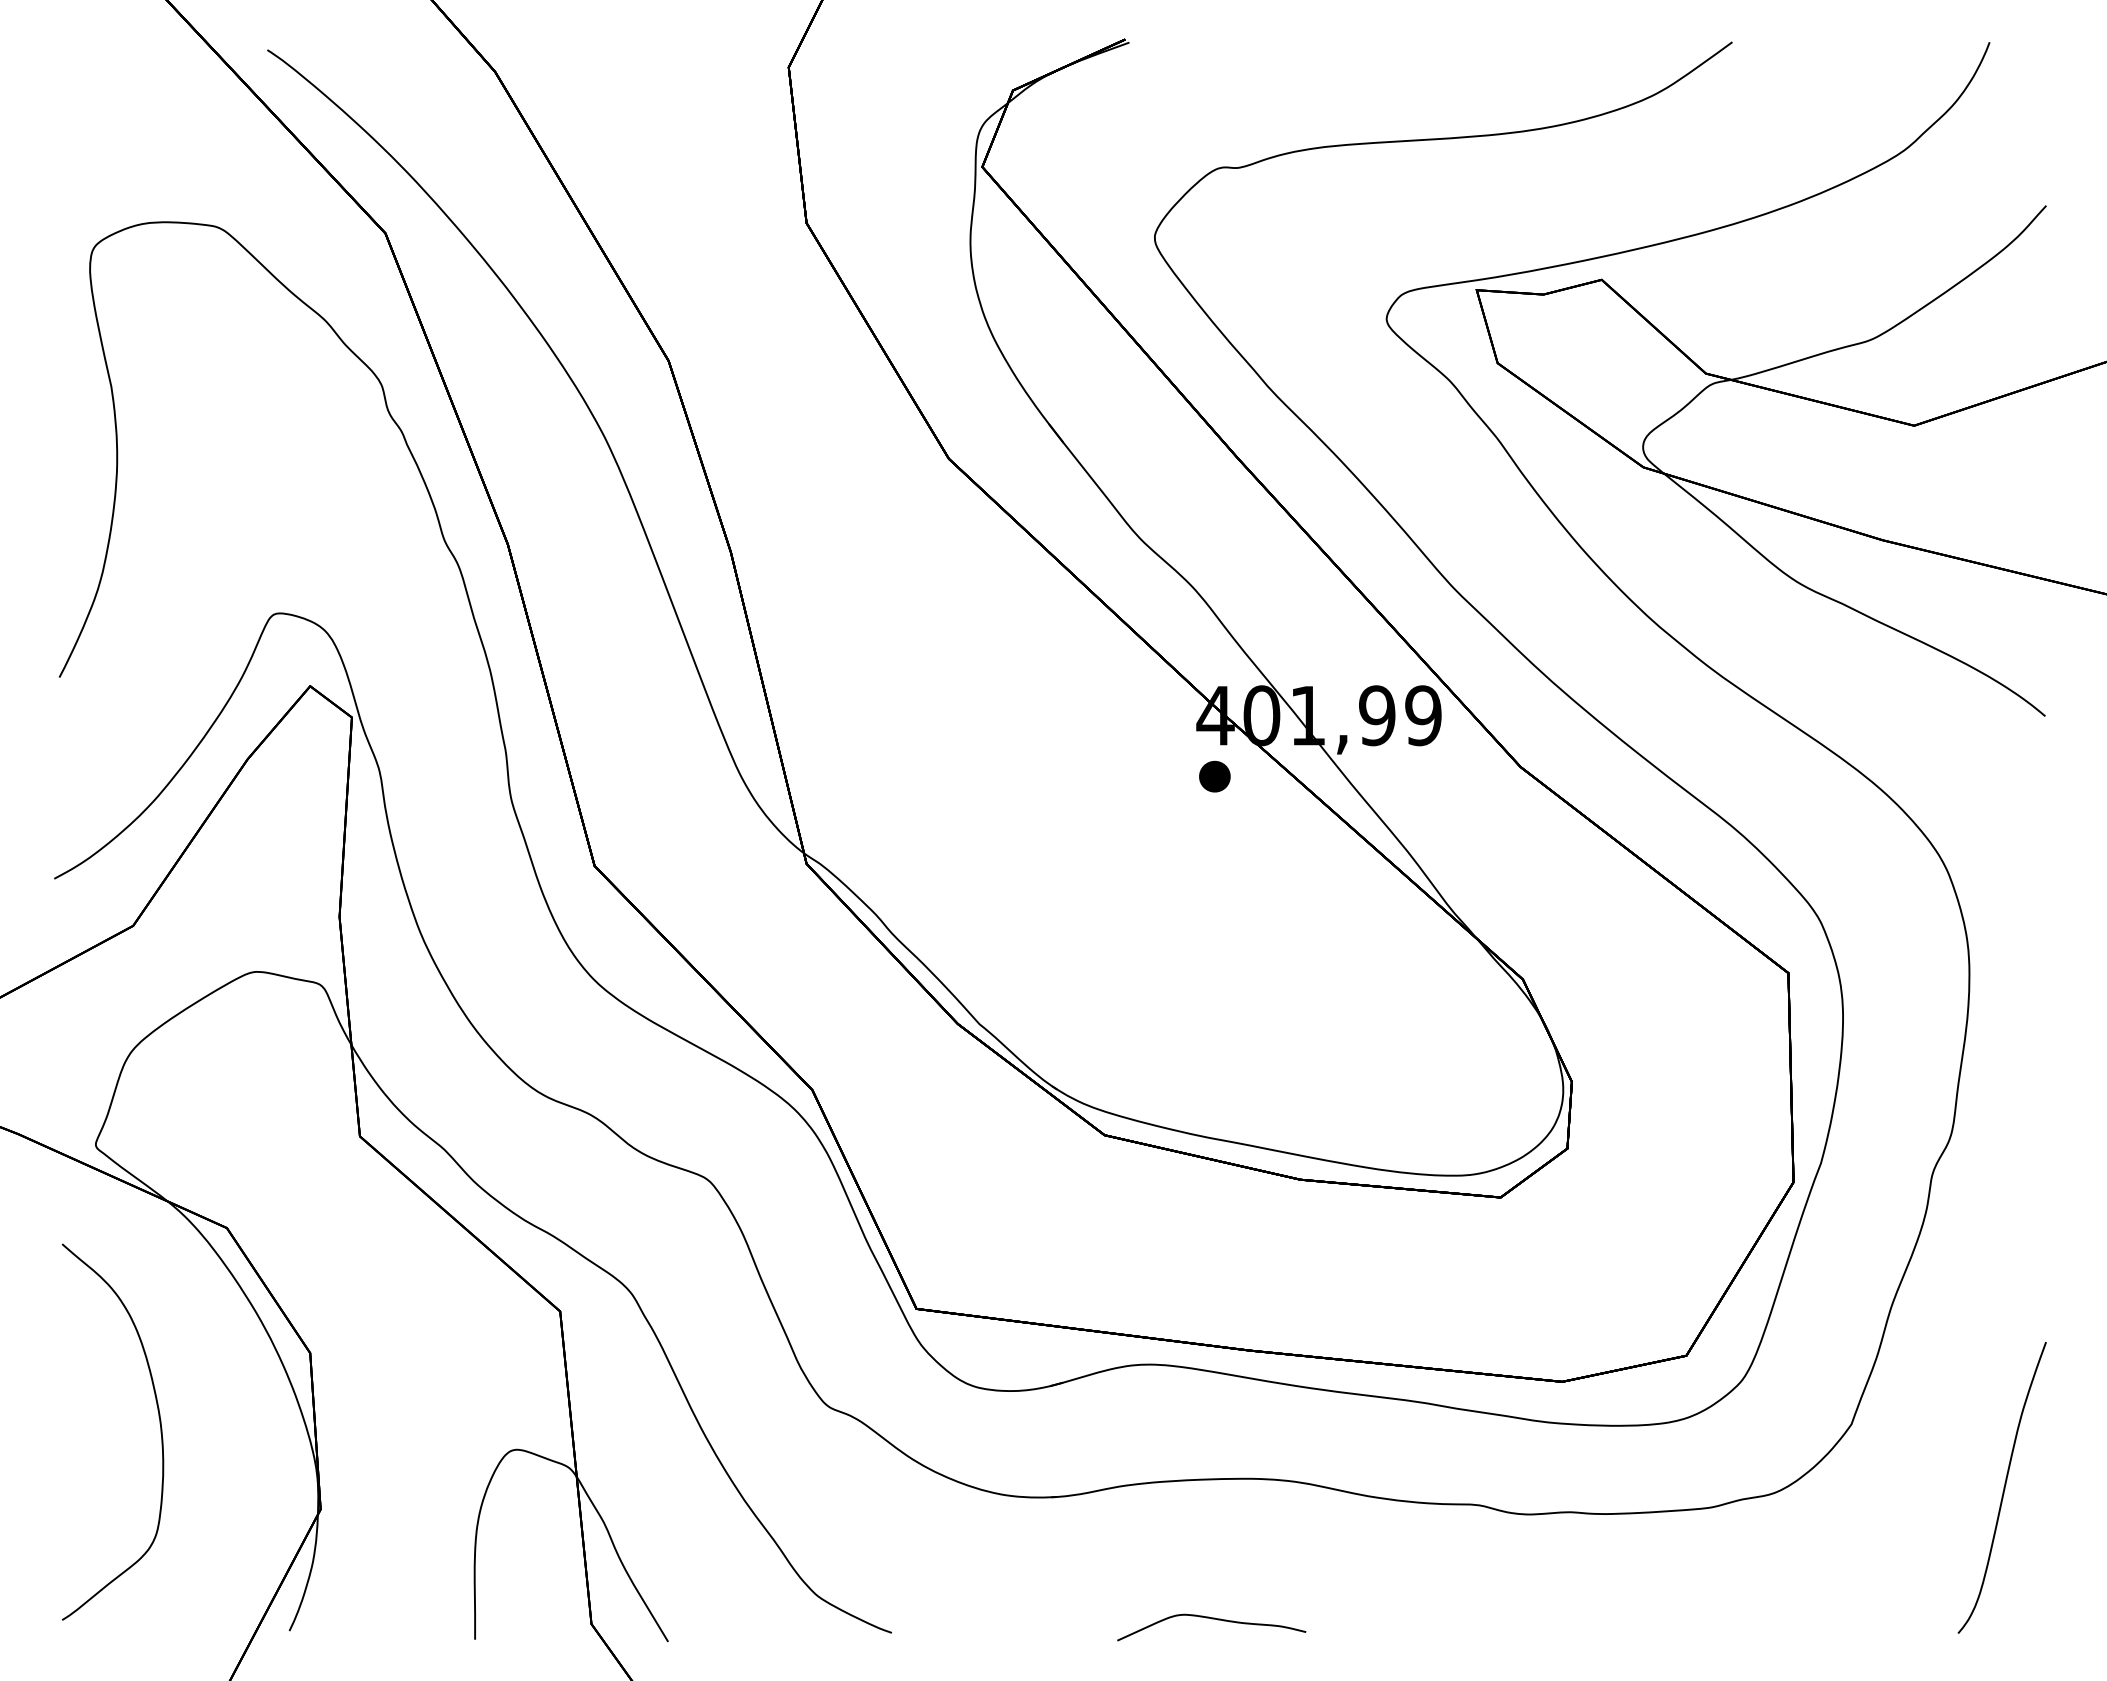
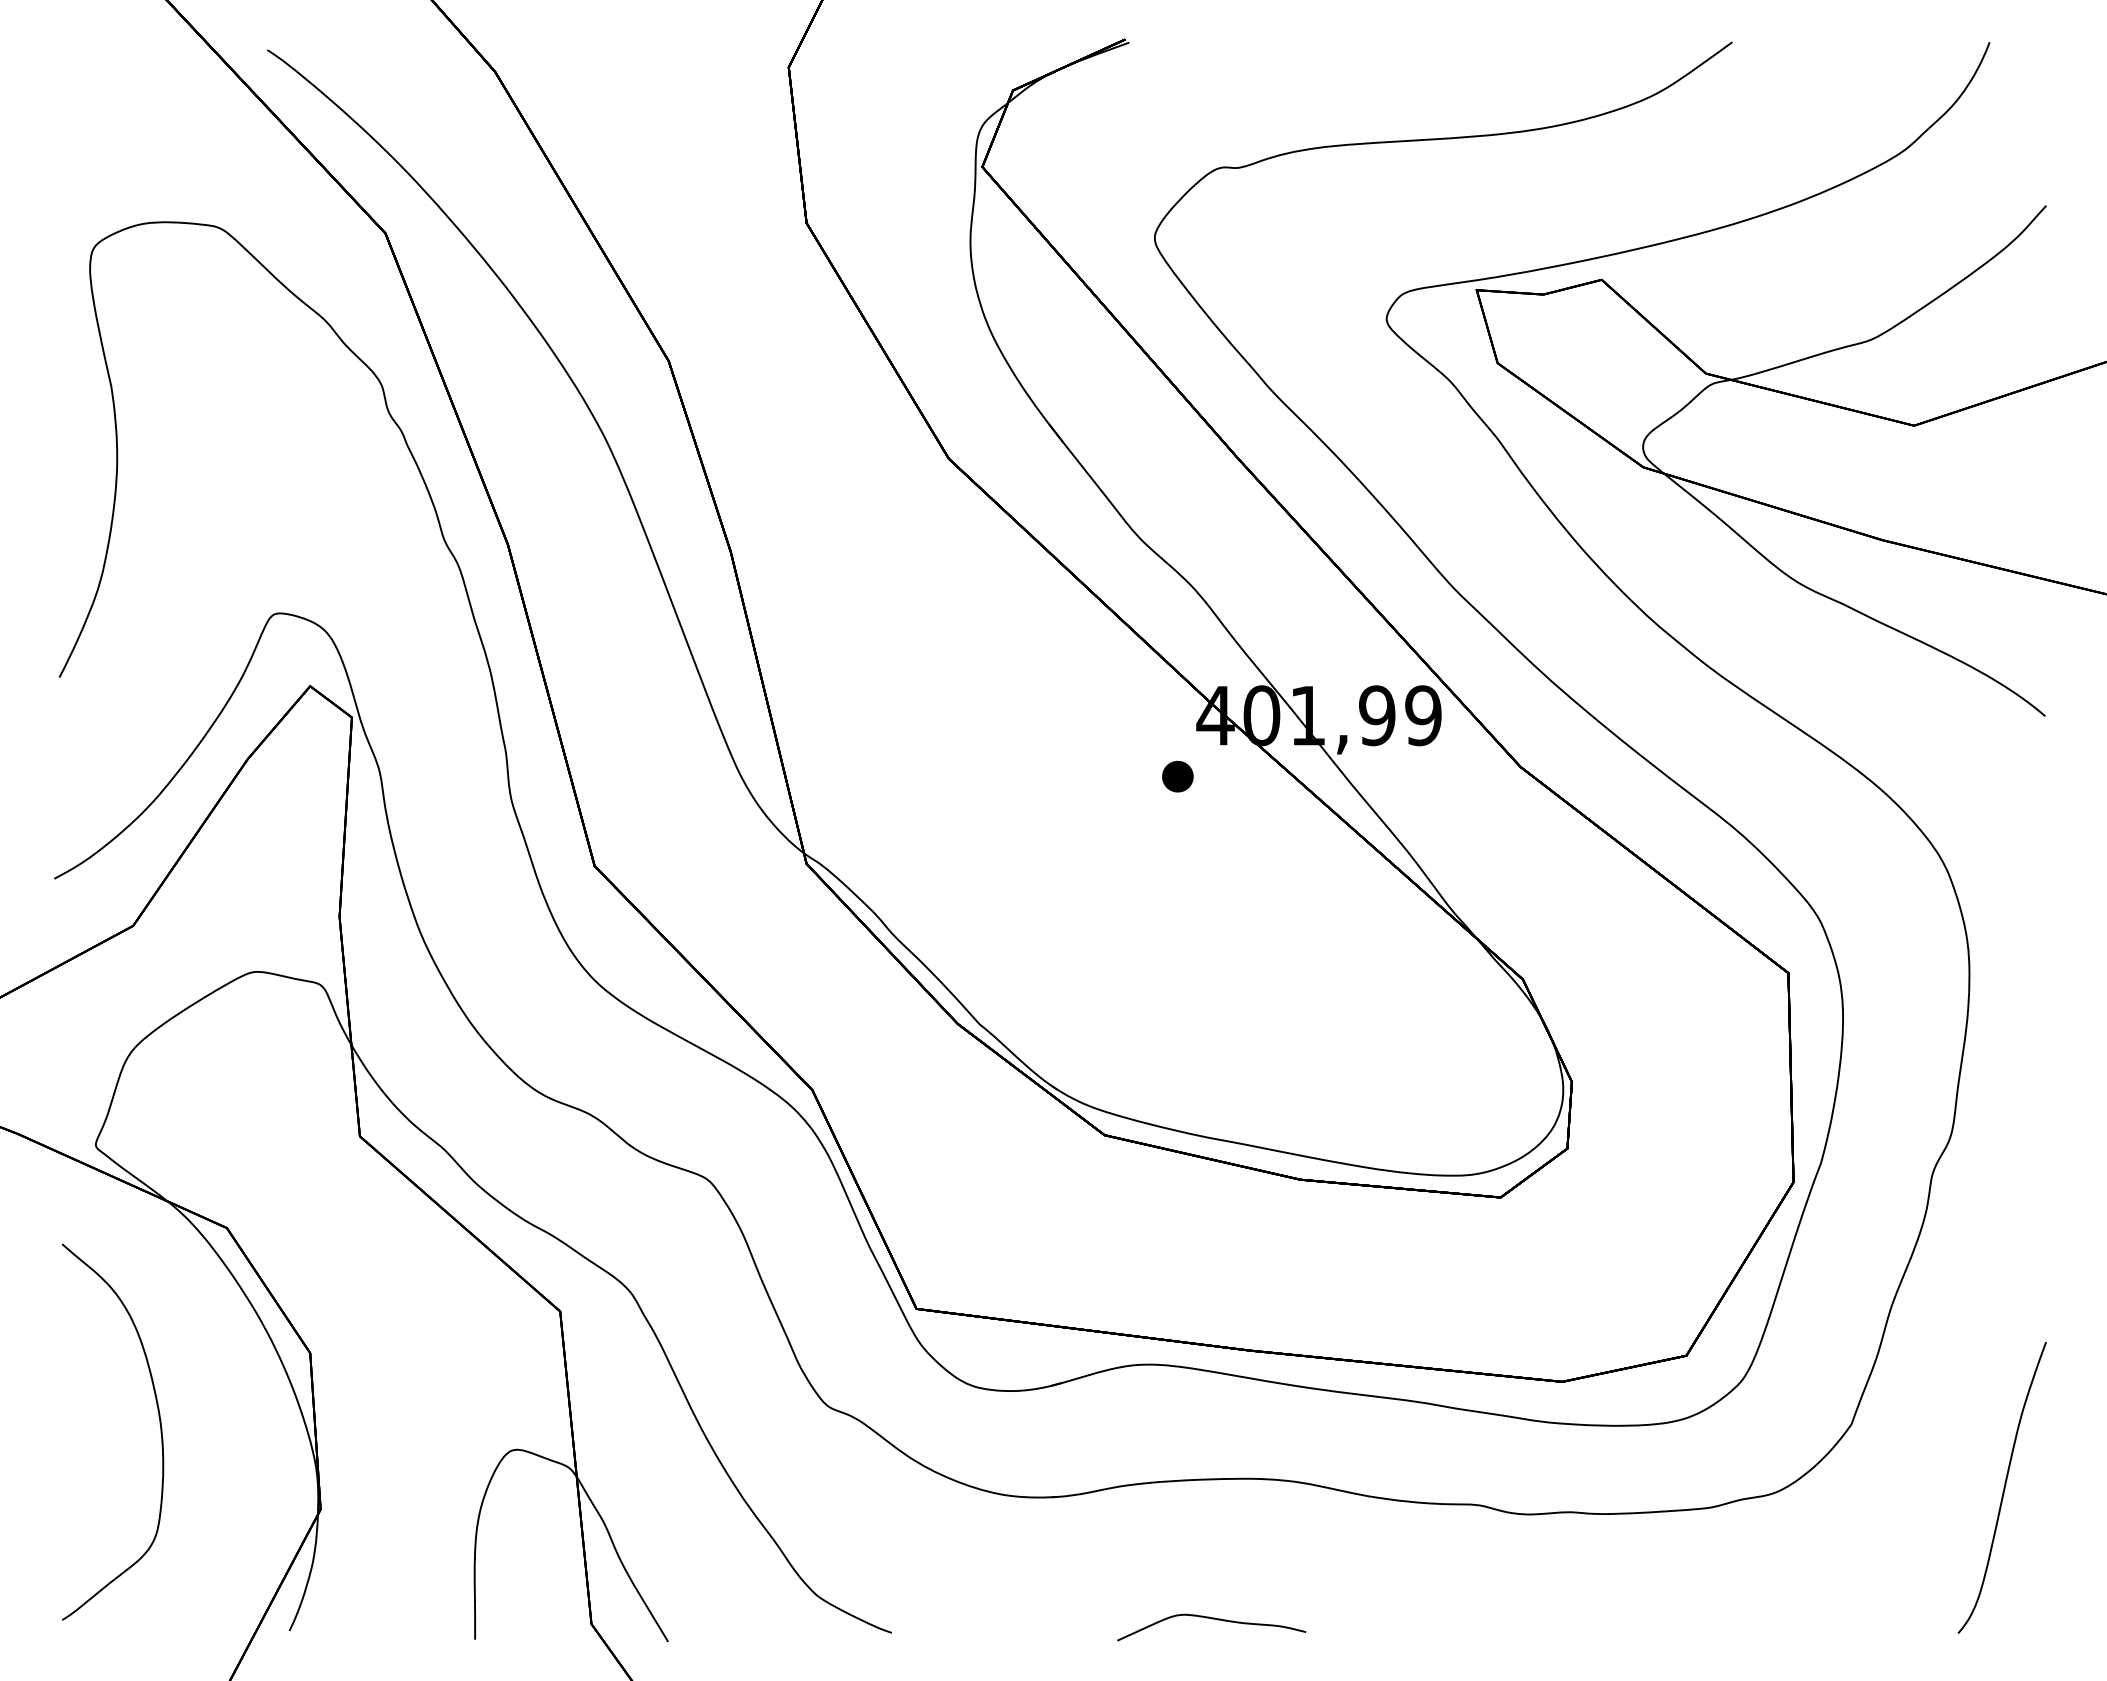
part at (1214, 776) position: (1214, 776) -> (1177, 776)
